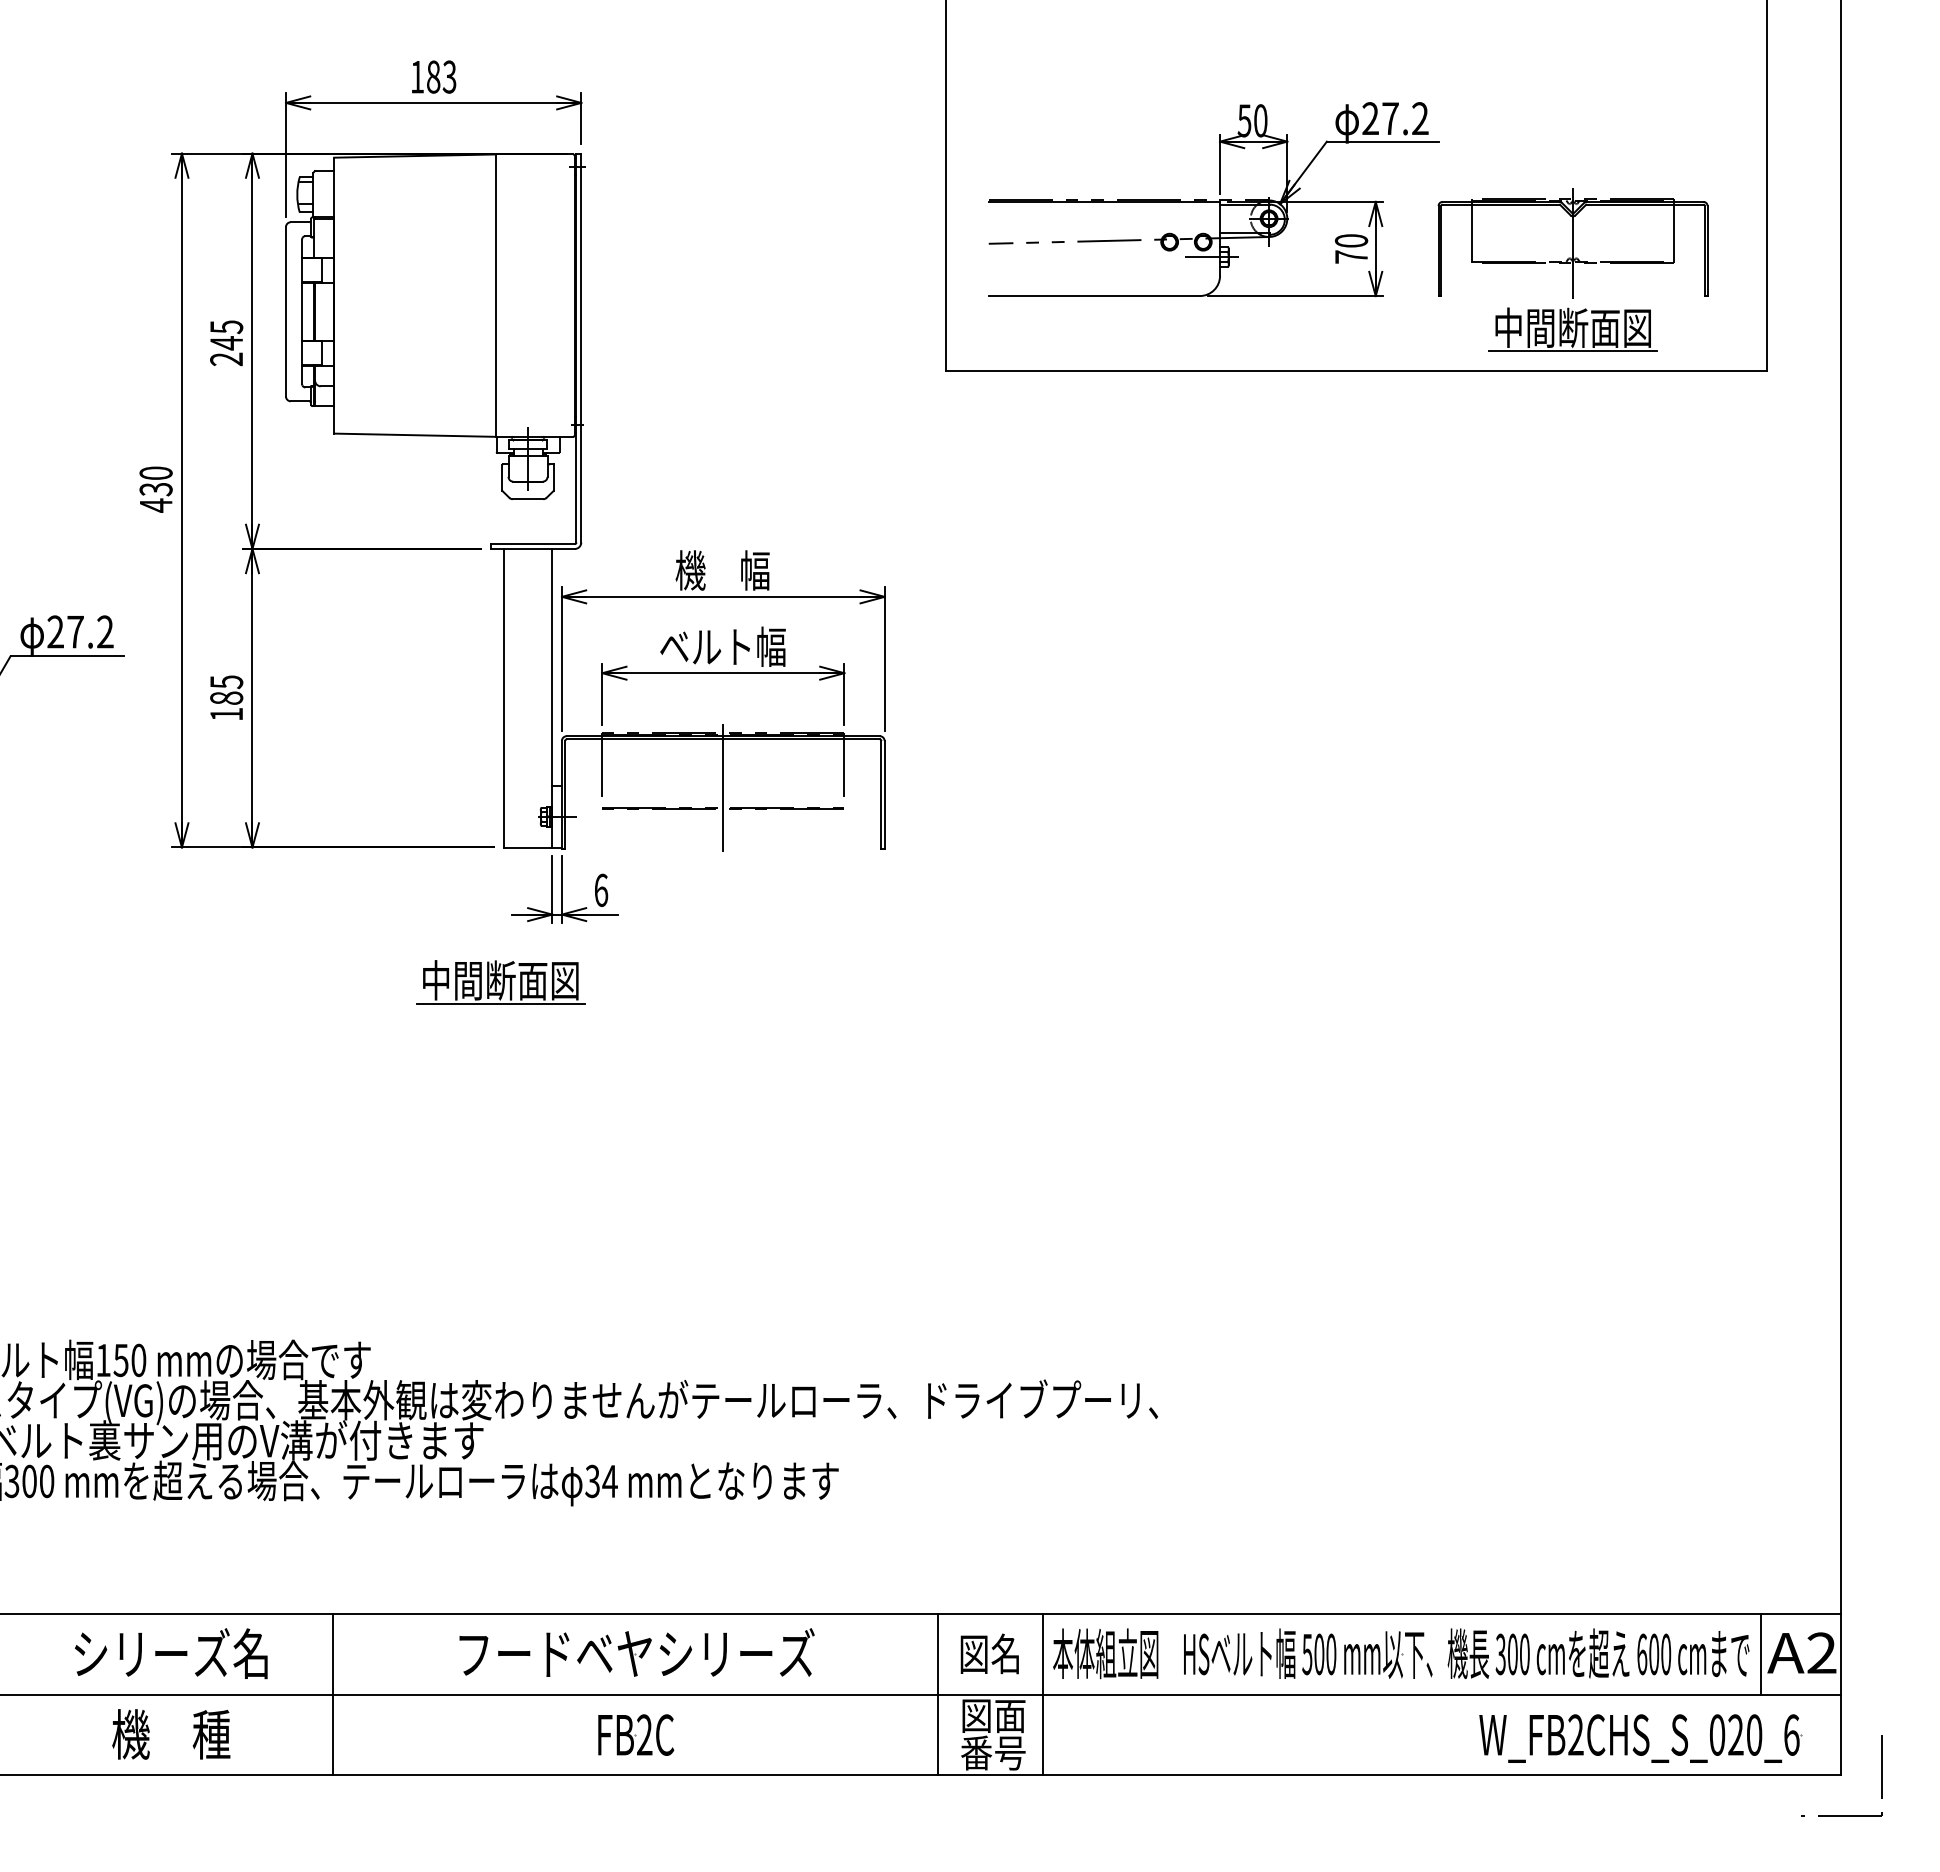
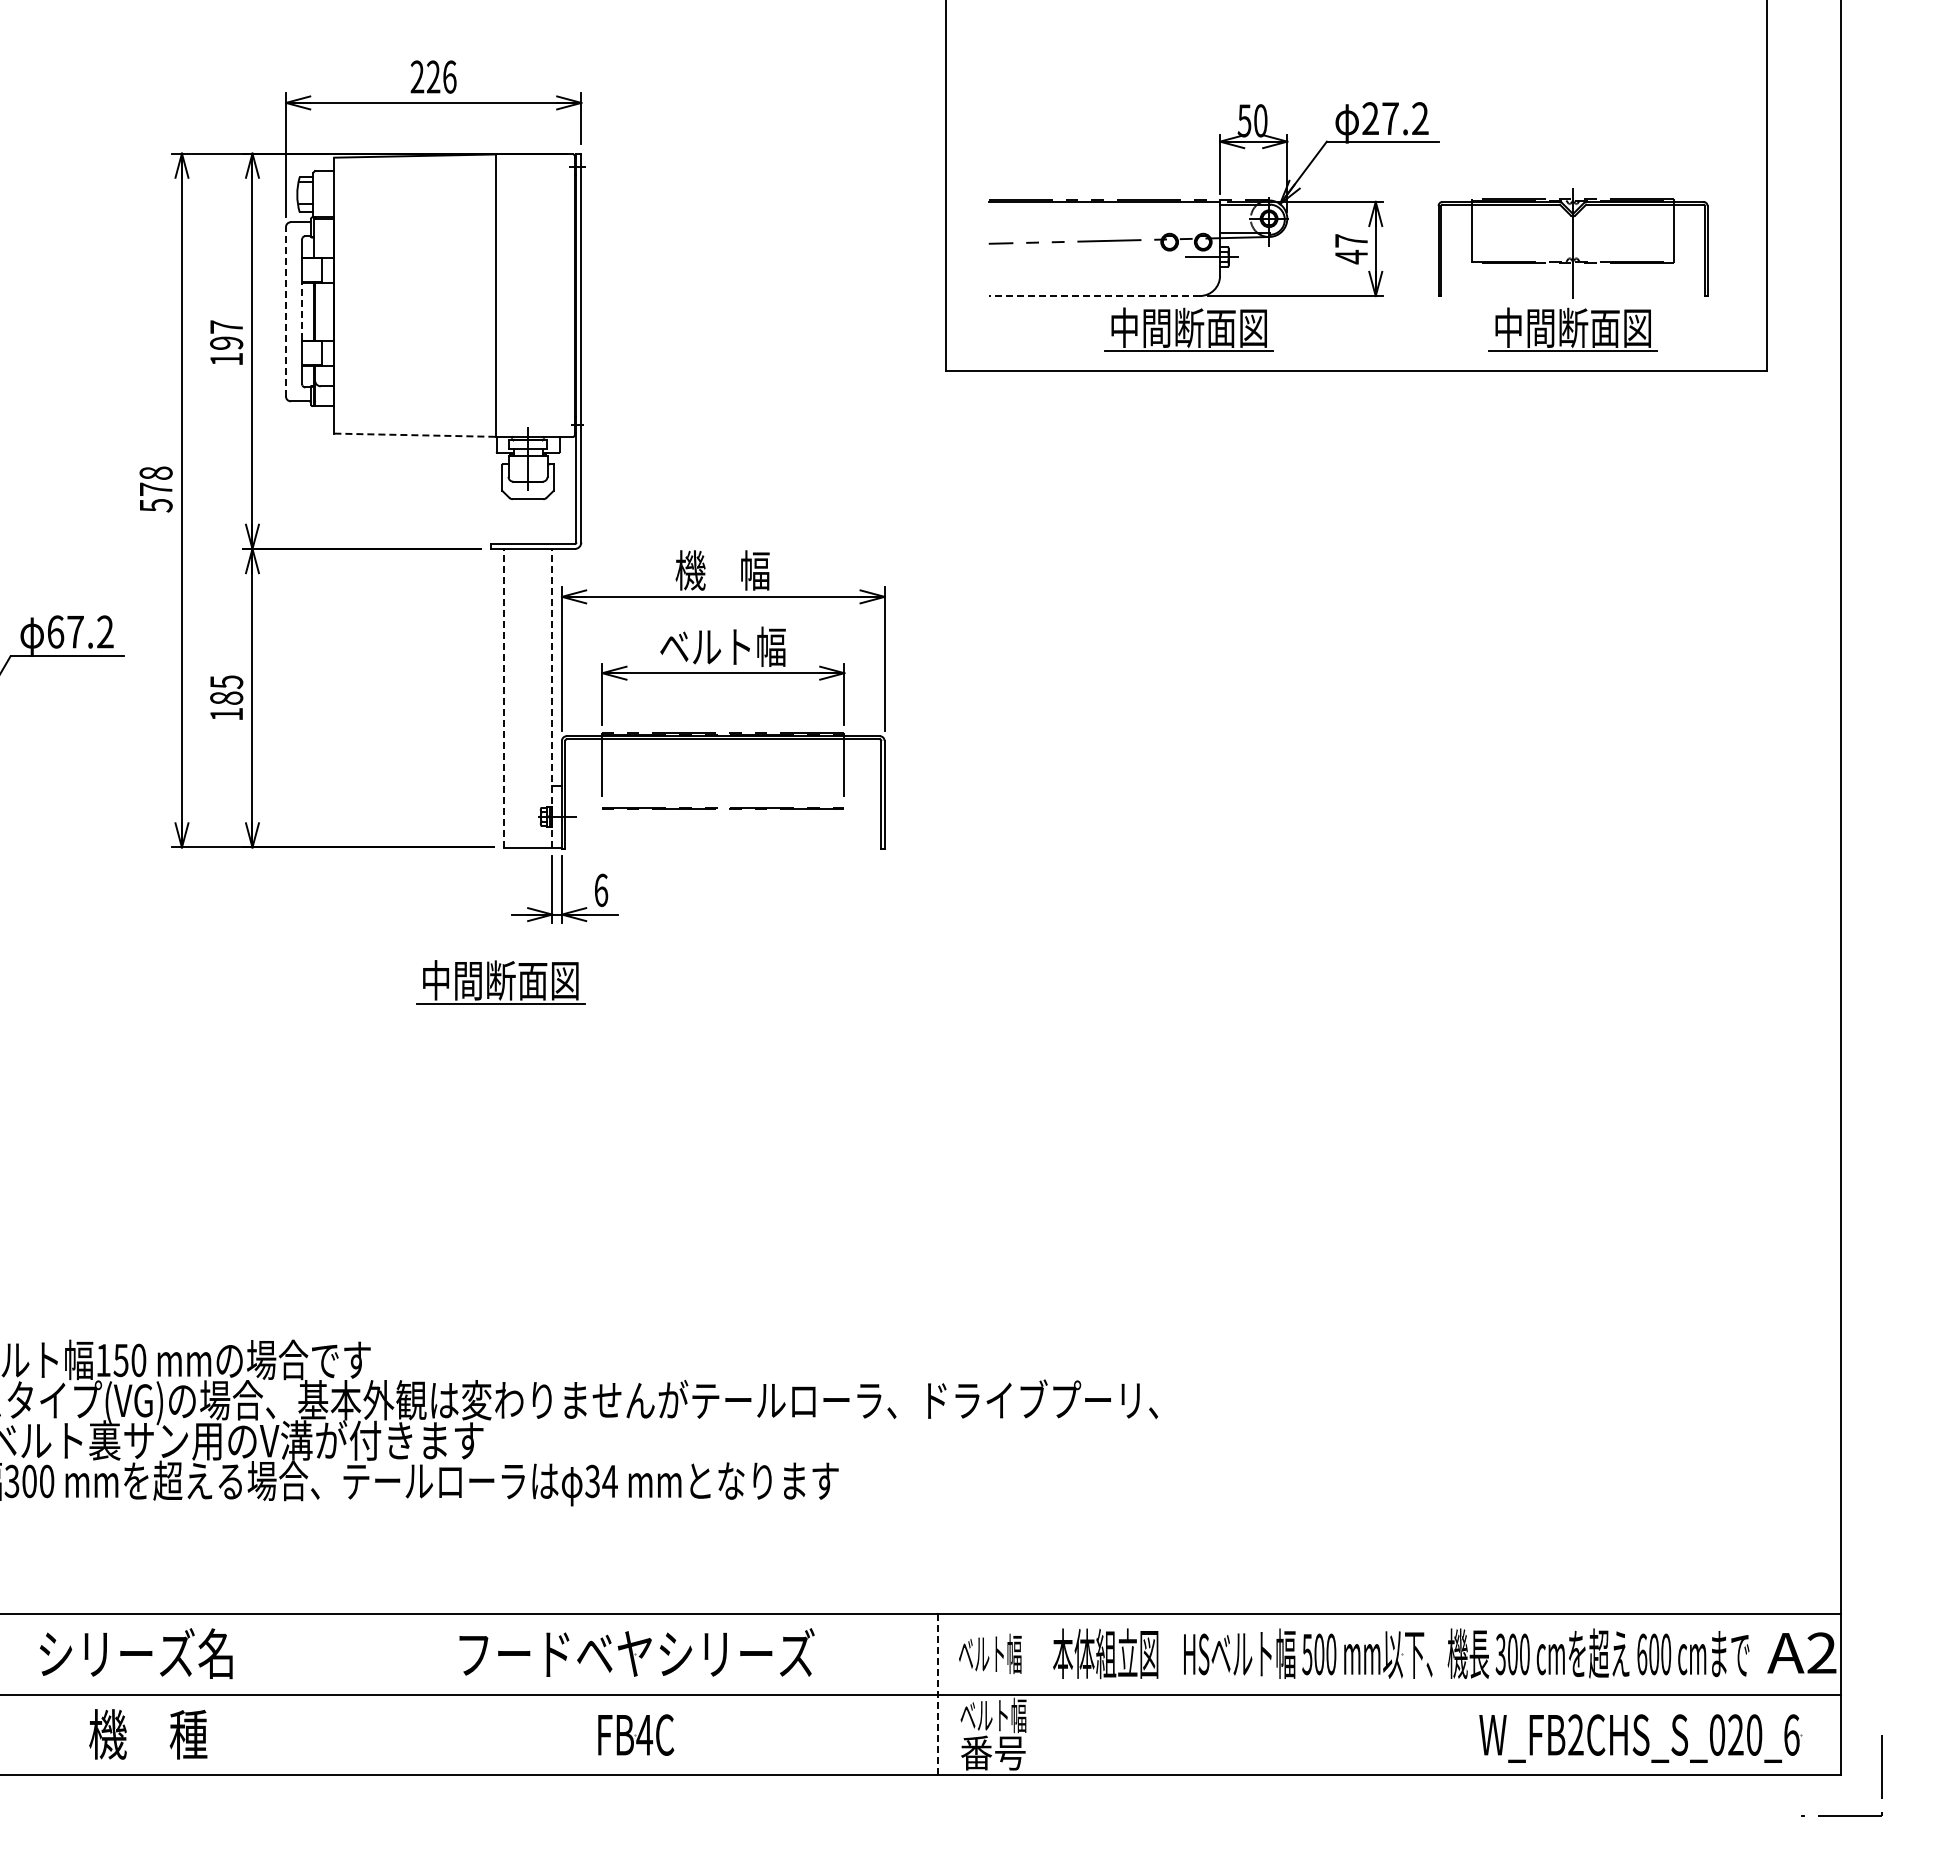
text at (433, 76): 183 -> 226
text at (1351, 249): 70 -> 47
line at (1094, 296): solid -> dashed
line at (285, 311): solid -> dashed
line at (302, 311): solid -> dashed
part at (1188, 329): none -> present
text at (226, 343): 245 -> 197
line at (415, 435): solid -> dashed
text at (155, 489): 430 -> 578
text at (55, 631): 27.2 -> 67.2
line at (503, 697): solid -> dashed
line at (552, 697): solid -> dashed
line at (723, 786): present -> none
text at (171, 1653) position: (171, 1653) -> (136, 1653)
text at (990, 1653): 図名 -> ベルト幅
line at (1760, 1654): present -> none
line at (332, 1694): present -> none
line at (937, 1694): solid -> dashed
line at (1042, 1694): present -> none
text at (993, 1715): 図面 -> ベルト幅
text at (171, 1734) position: (171, 1734) -> (148, 1734)
text at (644, 1734): FB2C -> FB4C
